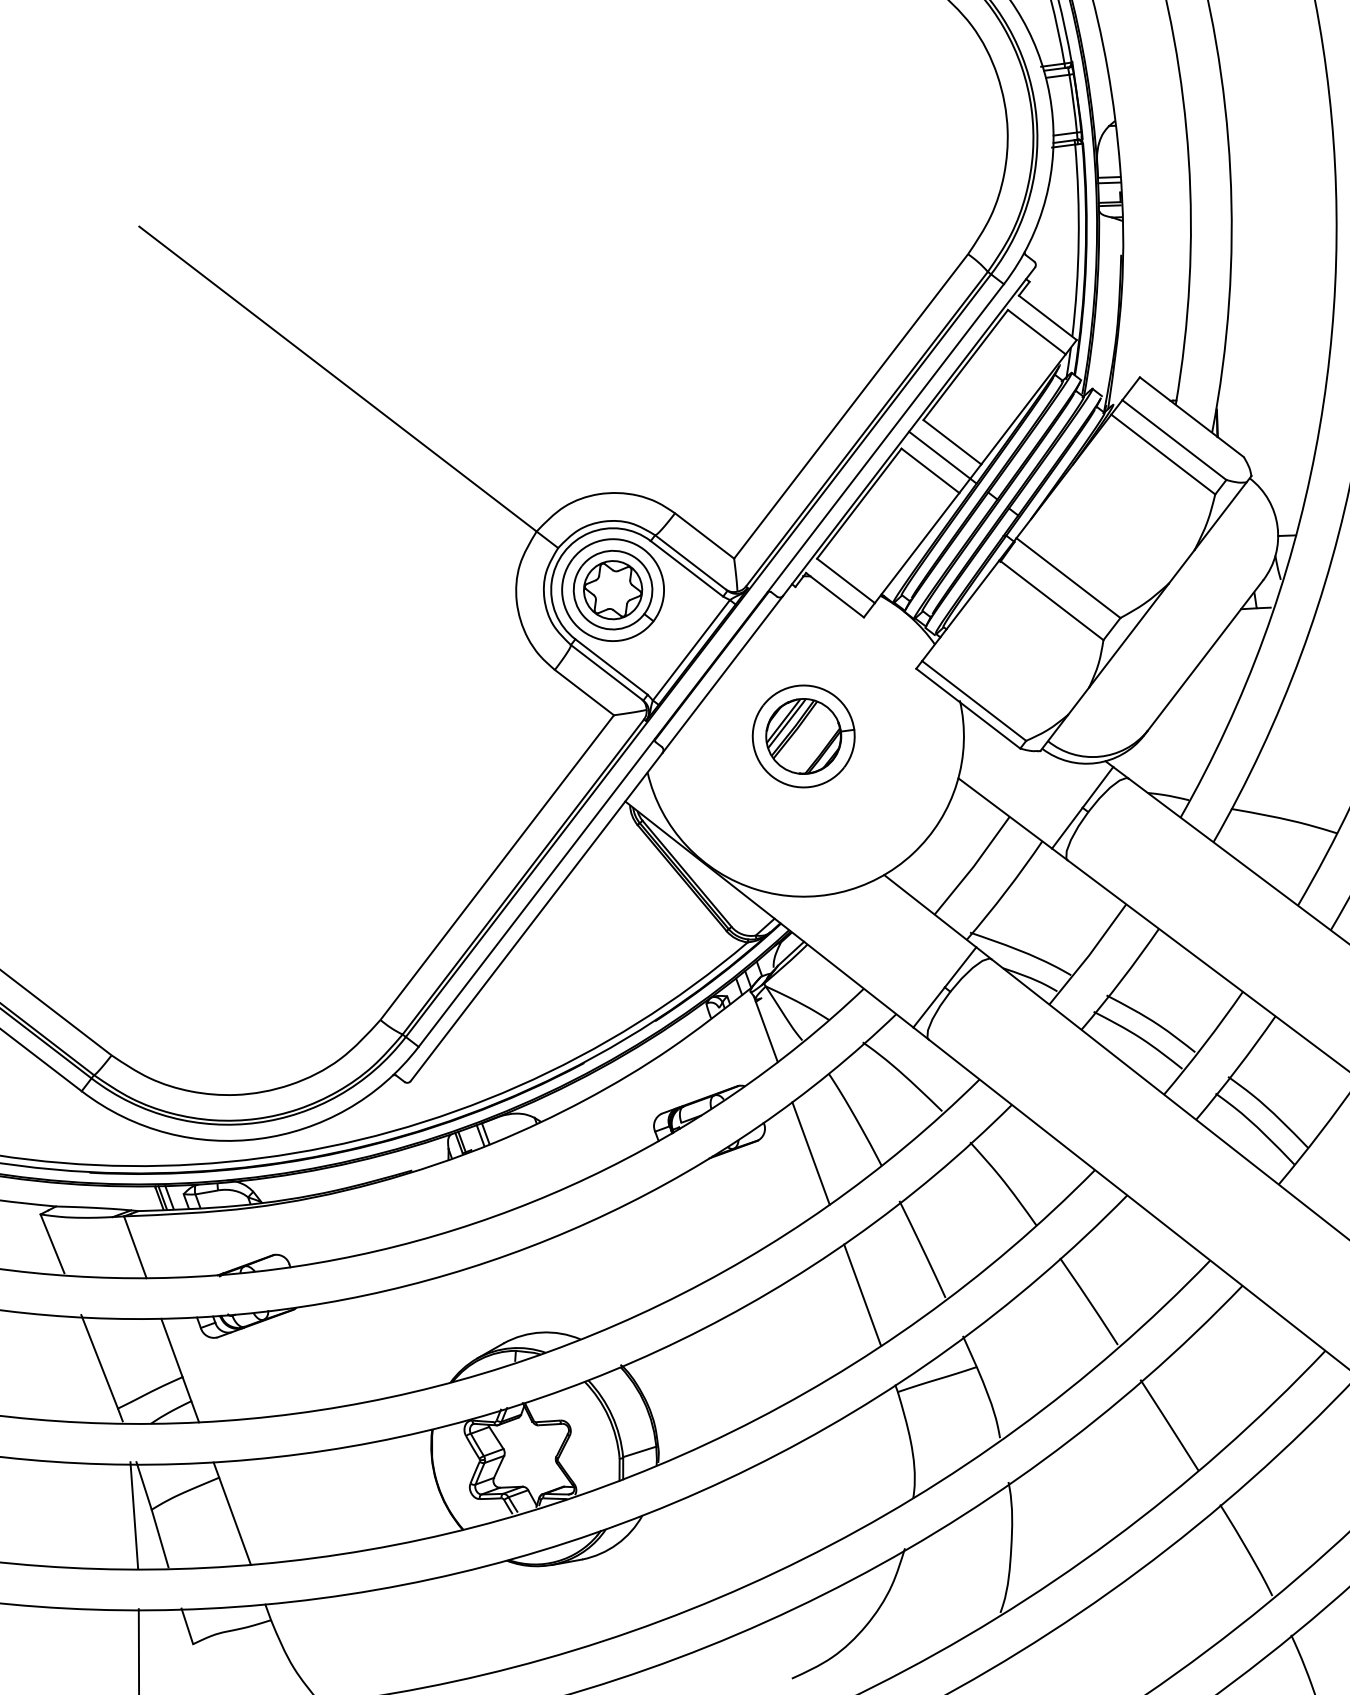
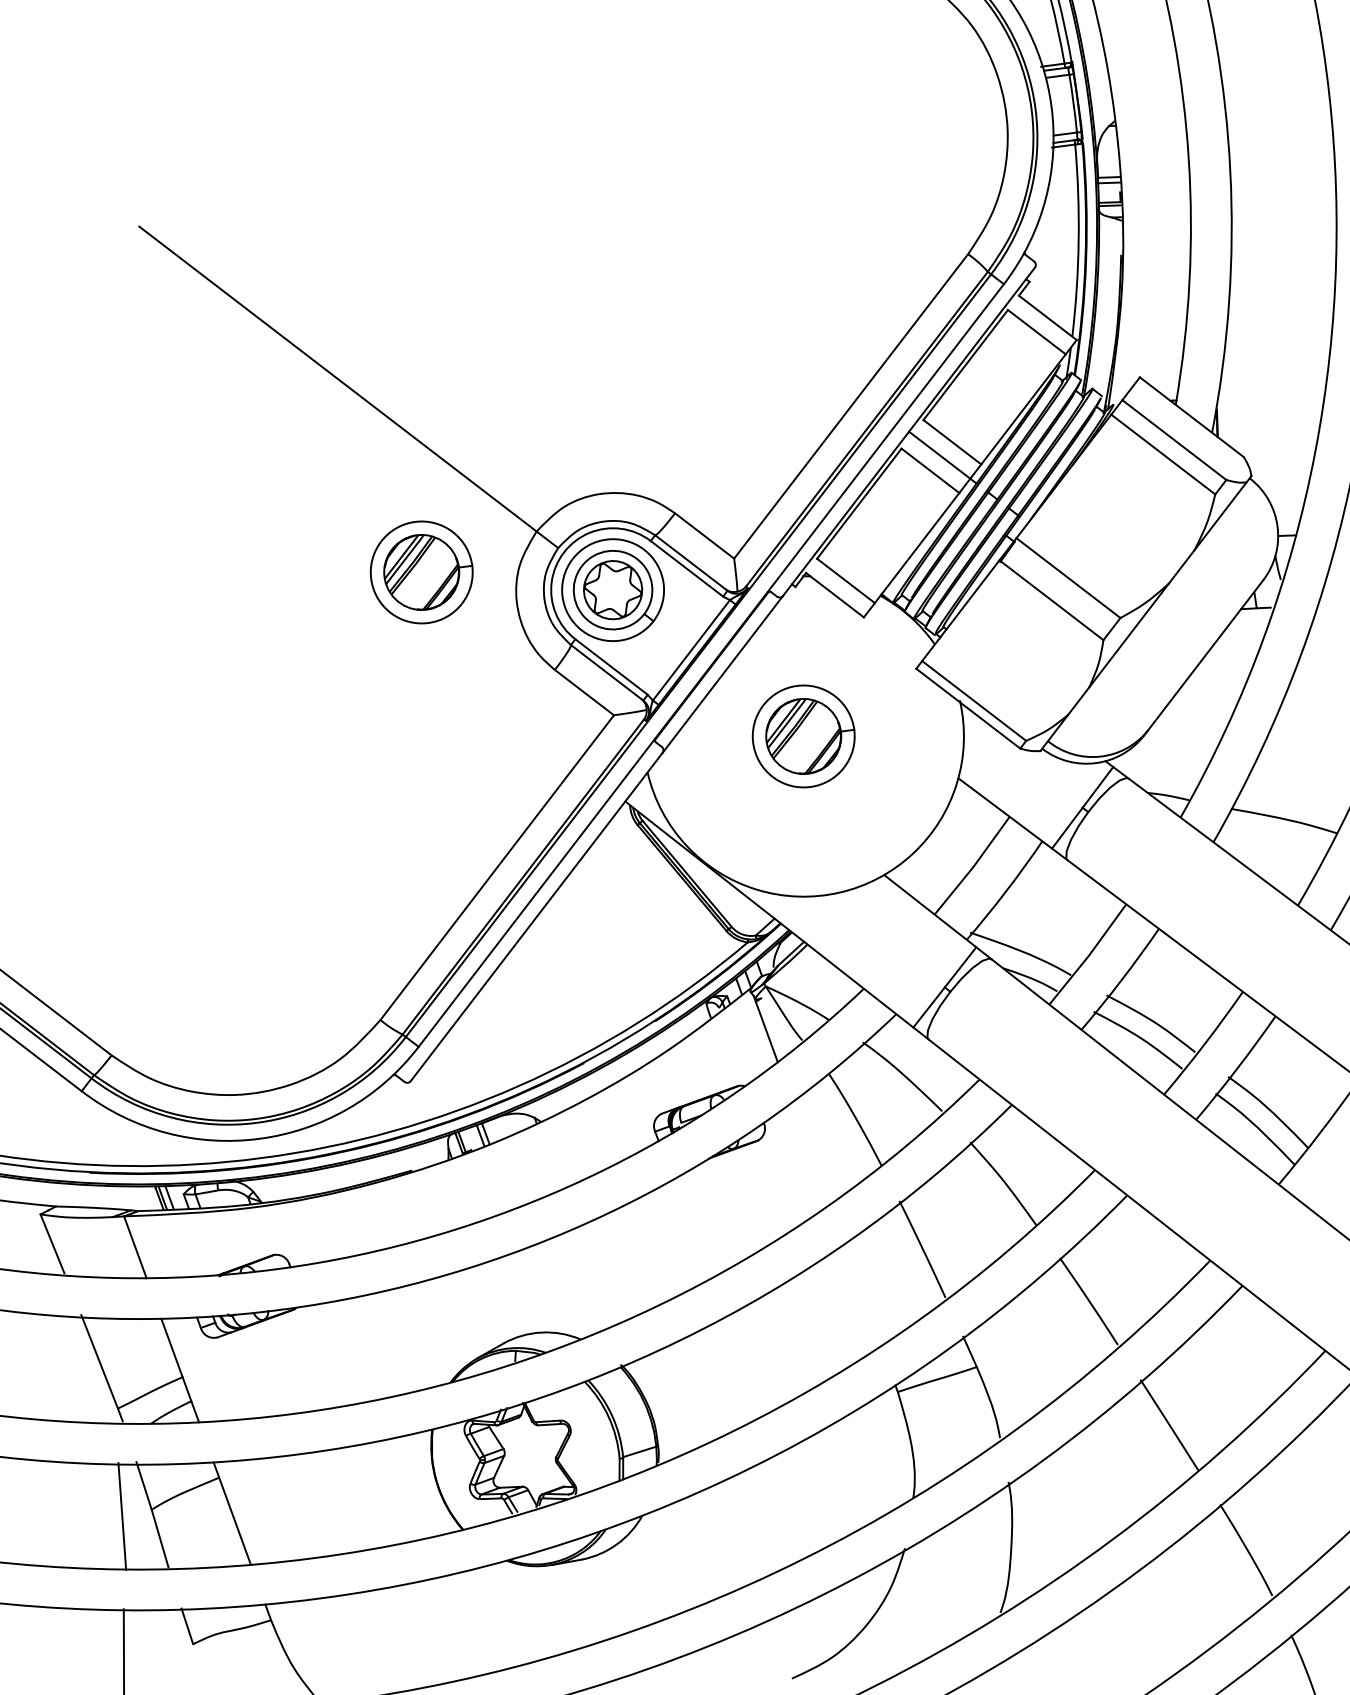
part at (421, 572): none -> present
line at (810, 1153): present -> none
line at (862, 1295): present -> none
line at (134, 1515) position: (134, 1515) -> (122, 1516)
line at (138, 1650) position: (138, 1650) -> (123, 1650)
